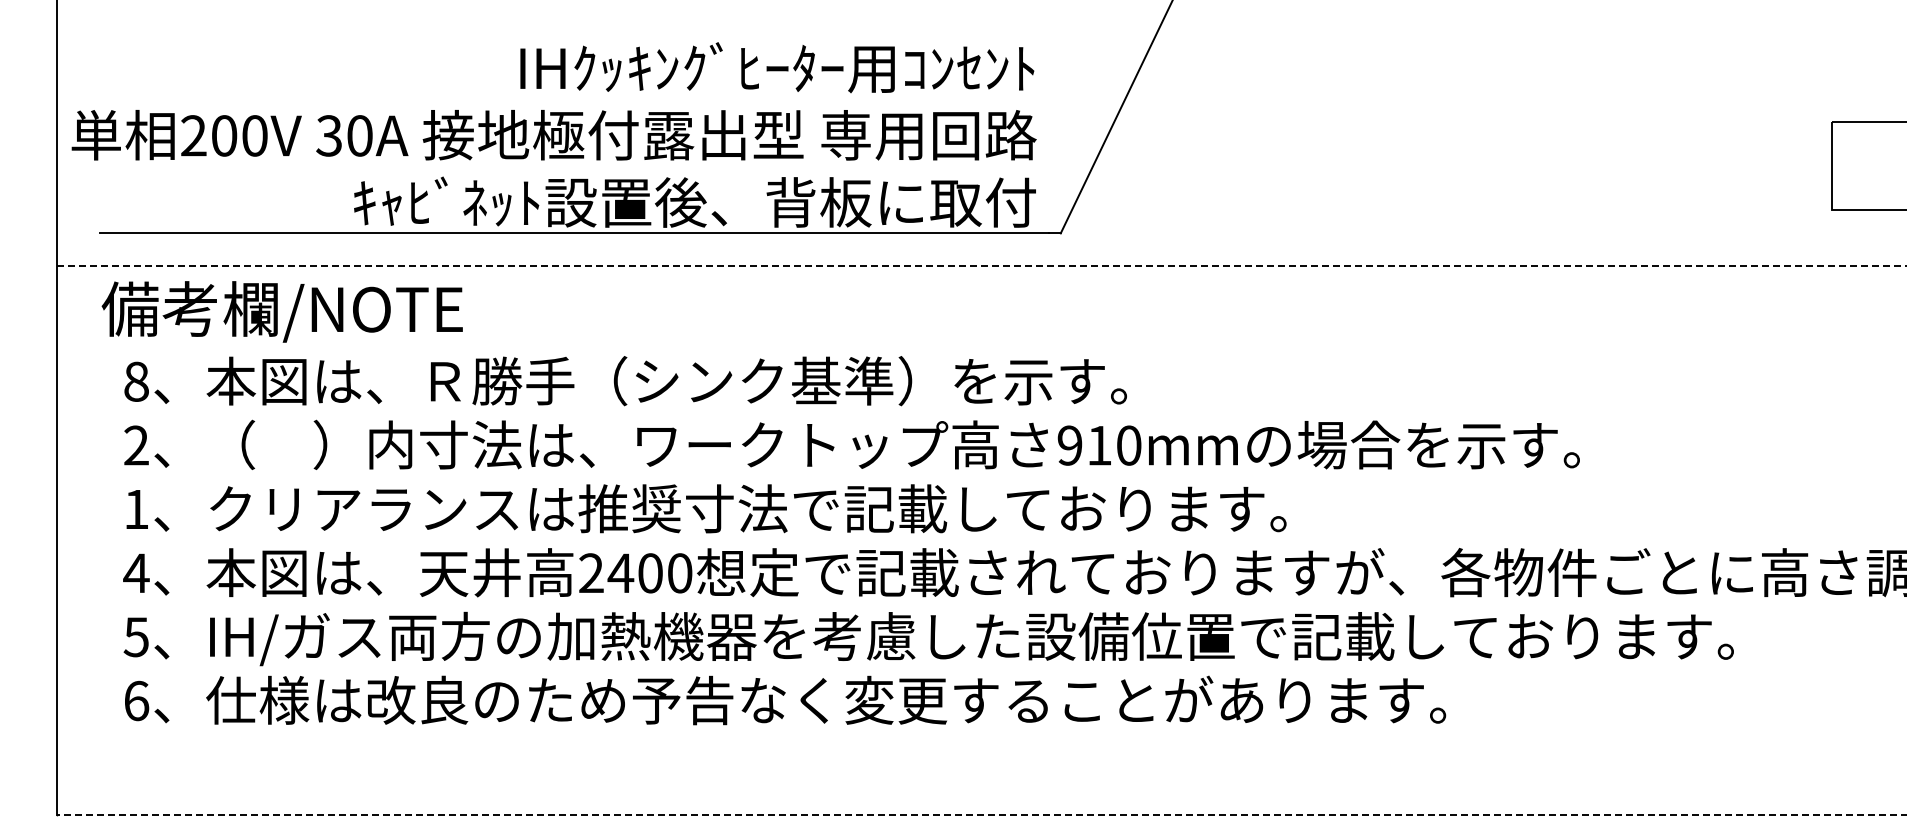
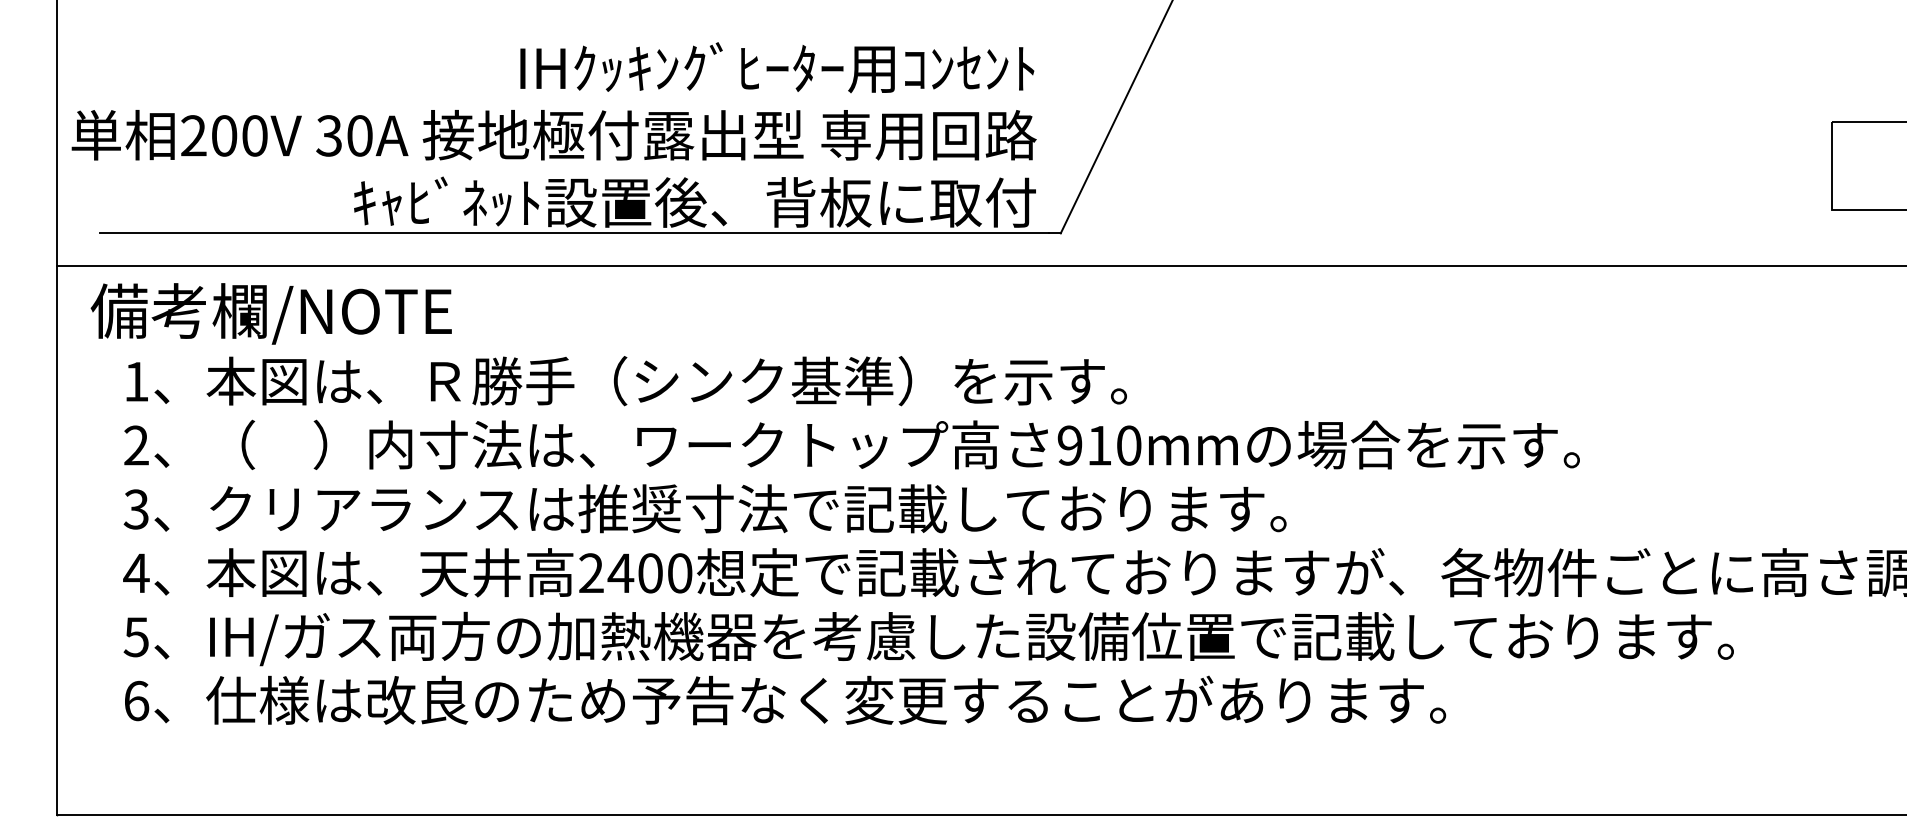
line at (982, 265): dashed -> solid
text at (281, 311) position: (281, 311) -> (270, 313)
text at (136, 381): 8 -> 1
text at (135, 509): 1 -> 3
line at (981, 814): dashed -> solid
